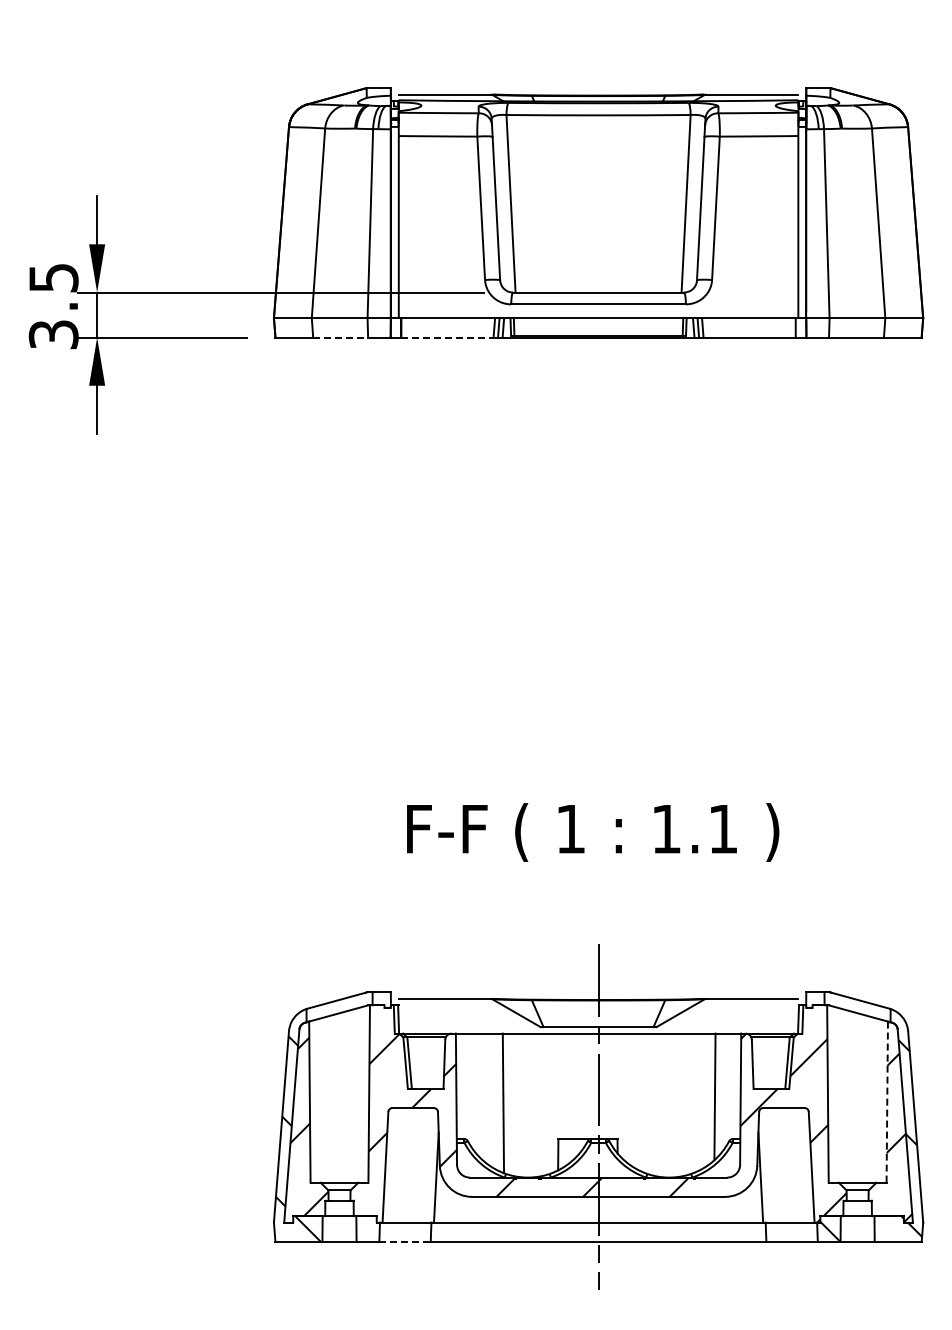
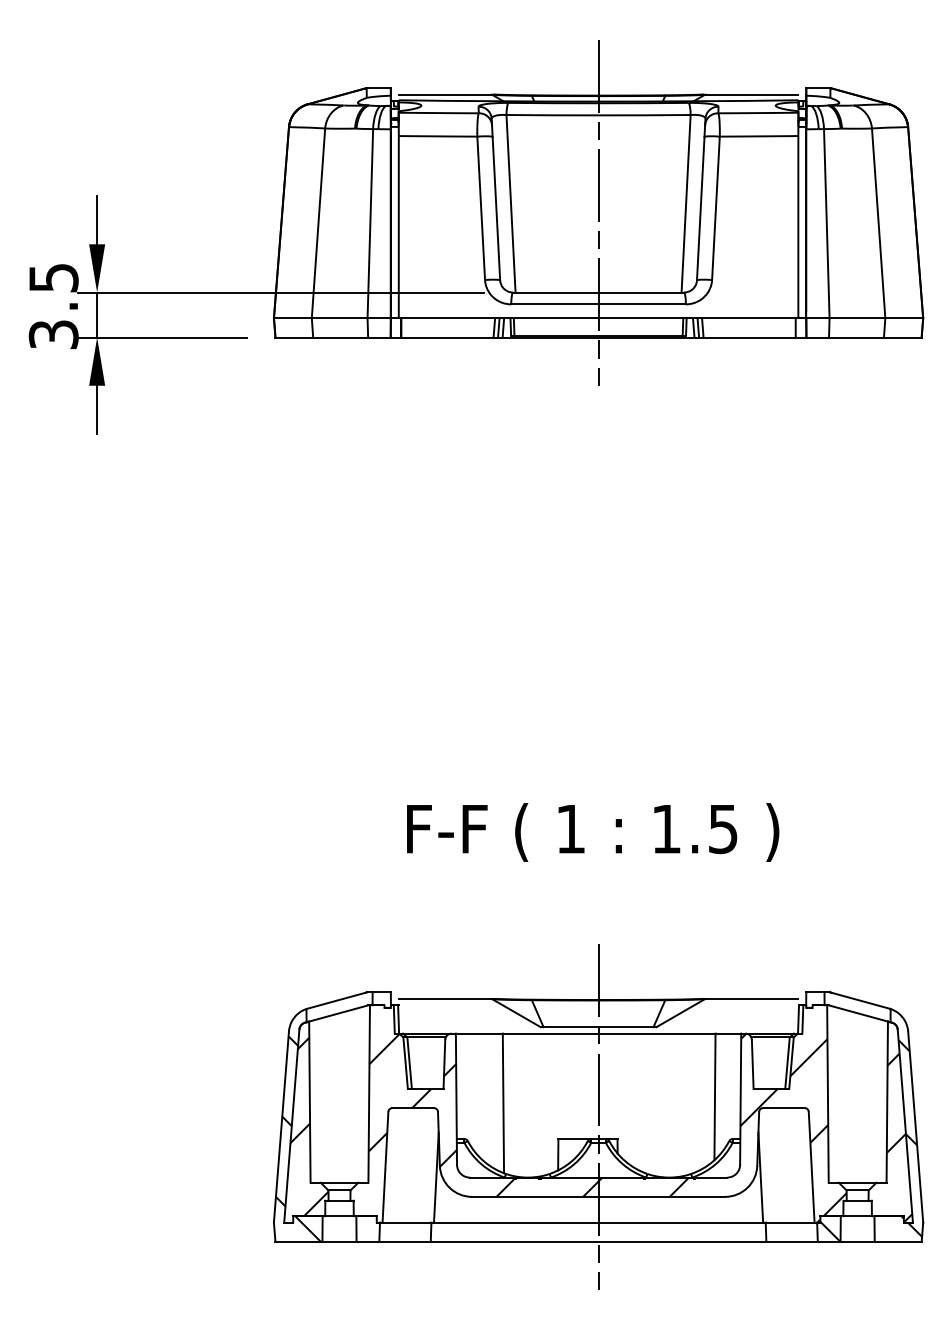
line at (598, 212): none -> present
line at (341, 337): dashed -> solid
line at (447, 337): dashed -> solid
text at (723, 829): 1.1 -> 1.5
line at (887, 1102): dashed -> solid
line at (405, 1241): dashed -> solid
